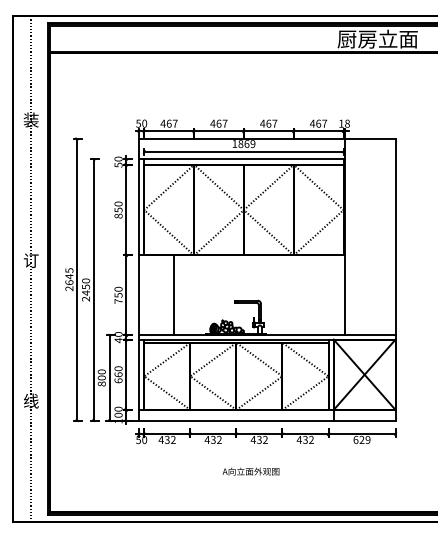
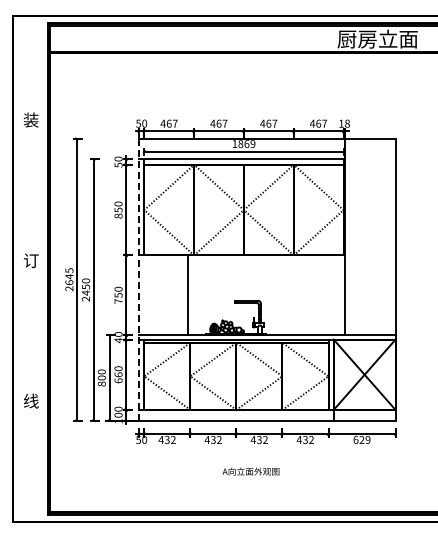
line at (30, 268): present -> none
line at (139, 279): solid -> dashed
line at (173, 295) position: (173, 295) -> (187, 295)
